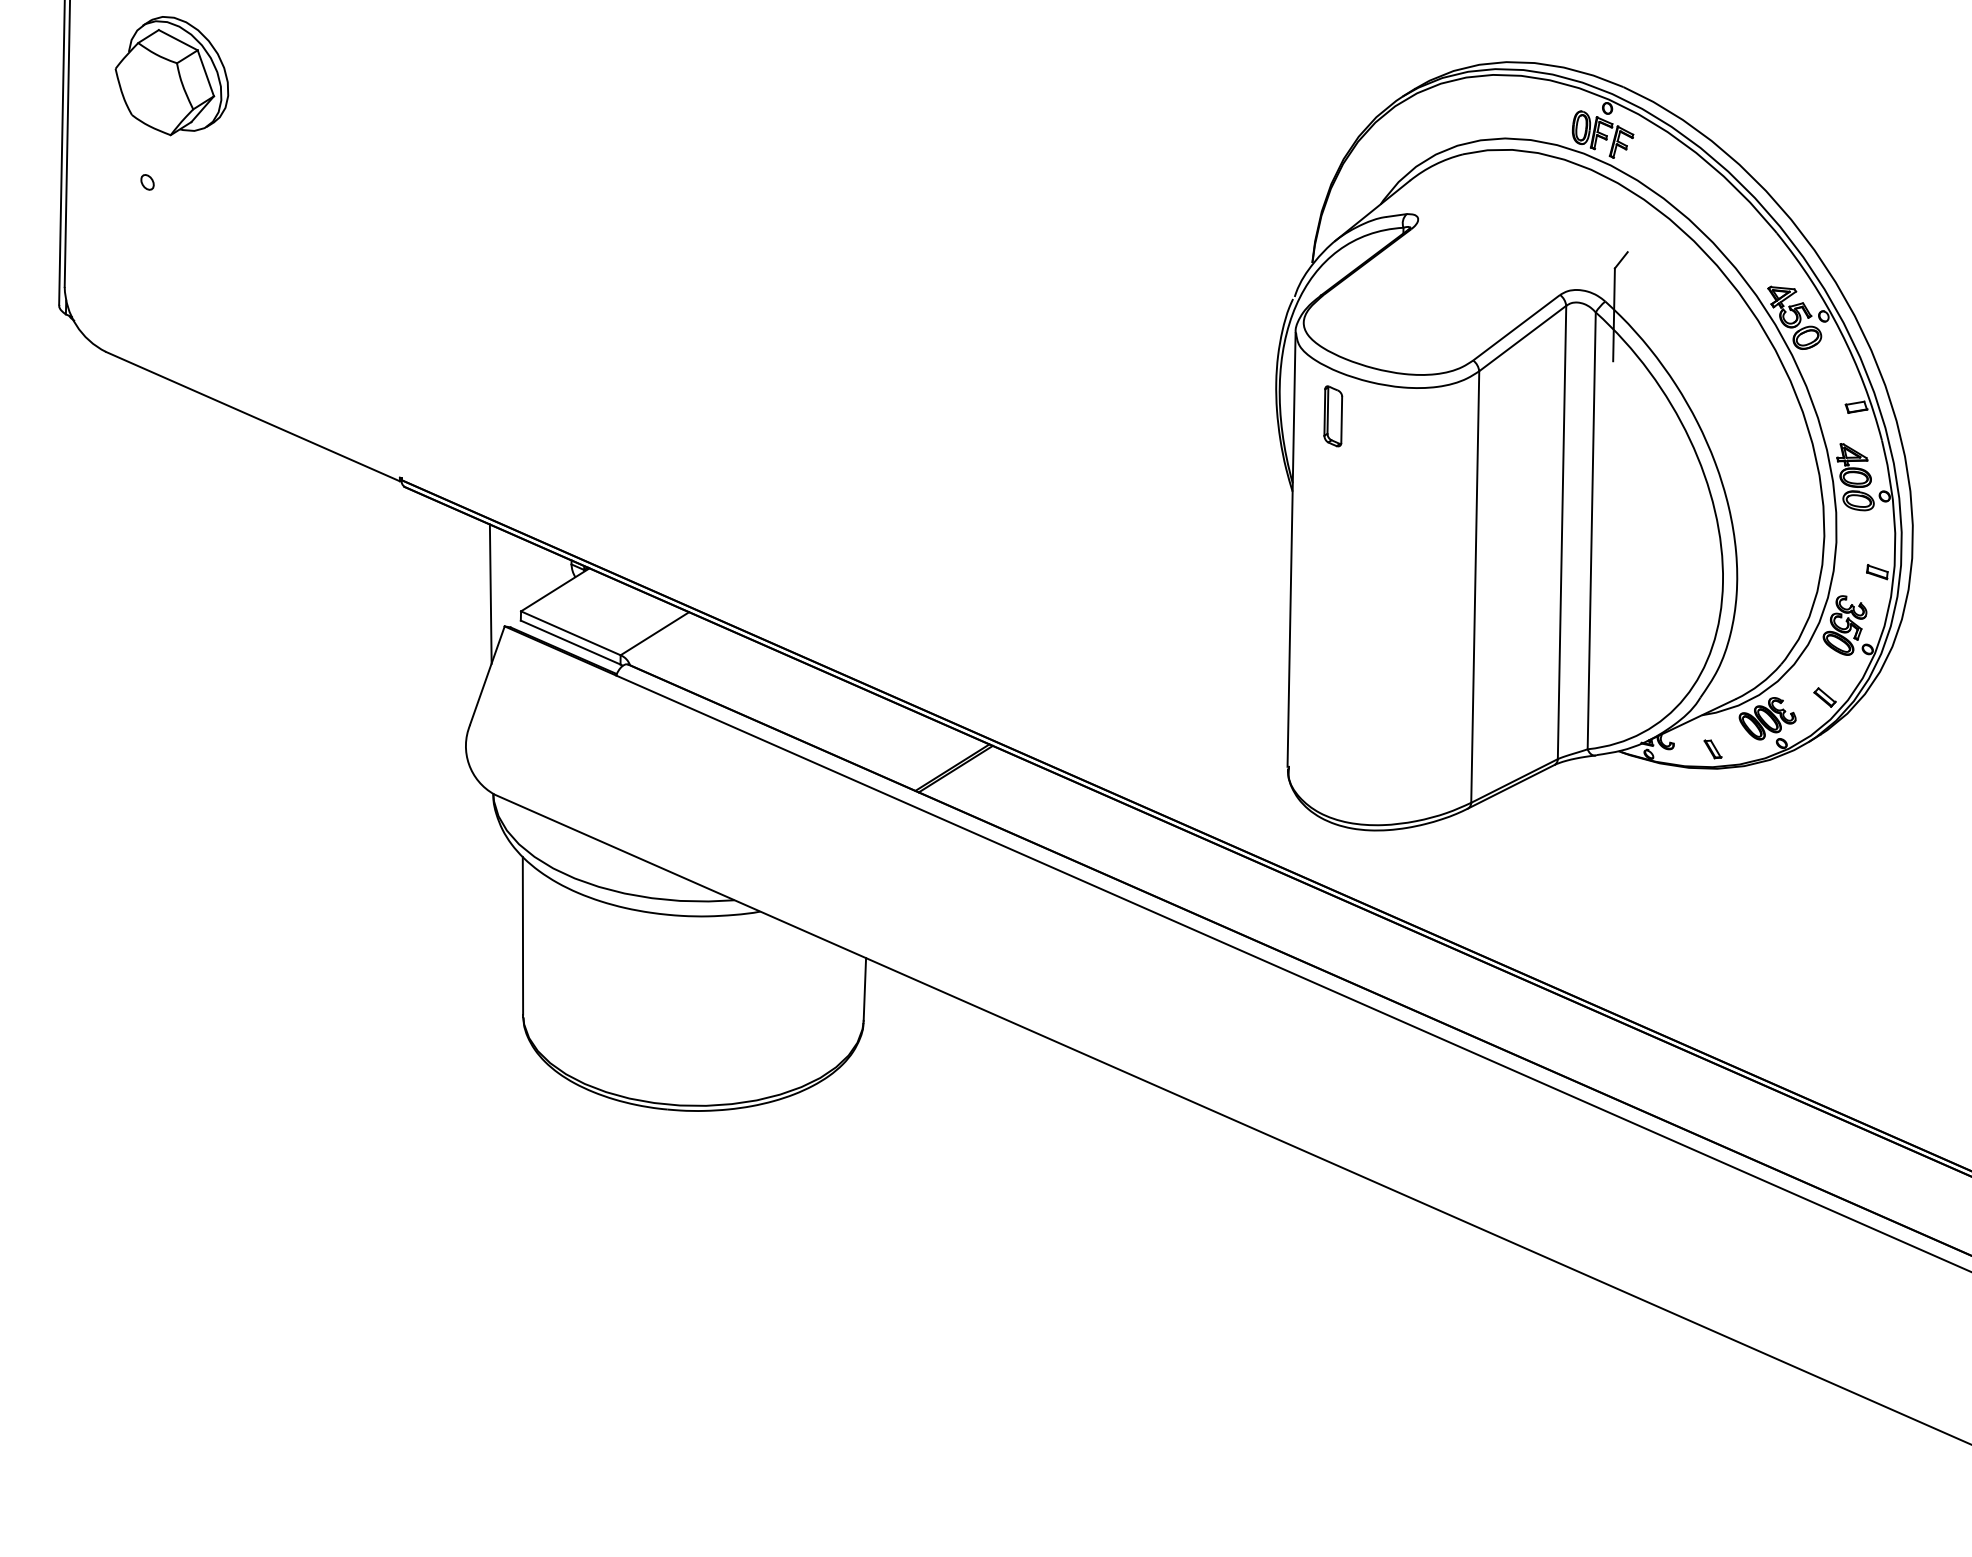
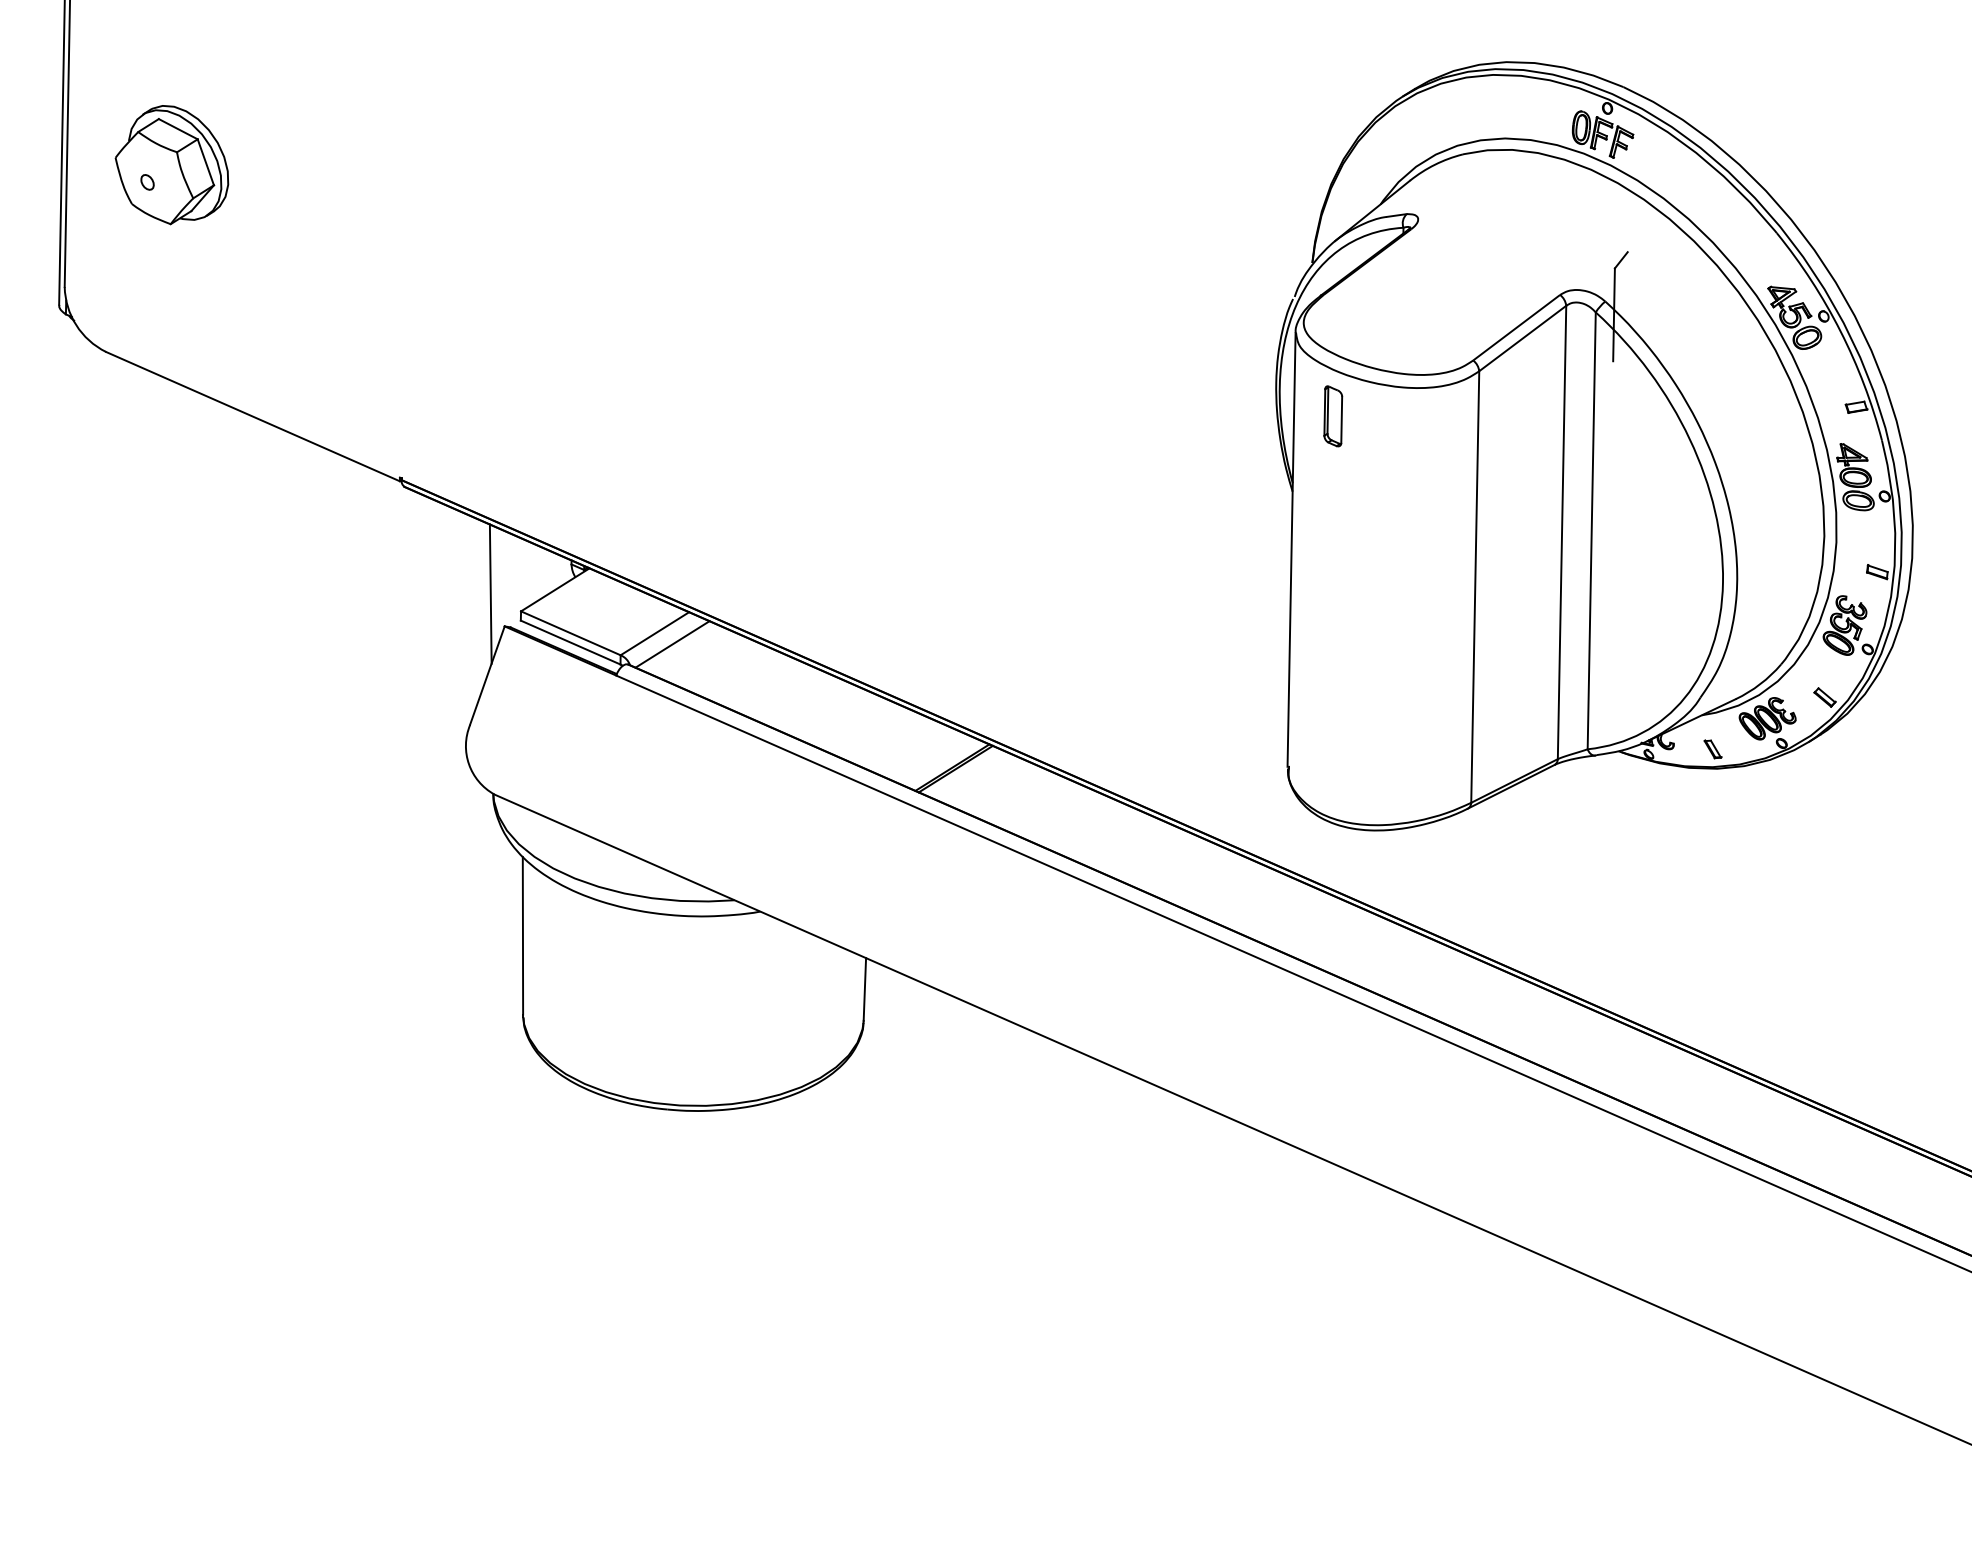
part at (171, 76) position: (171, 76) -> (171, 165)
line at (672, 644): none -> present
